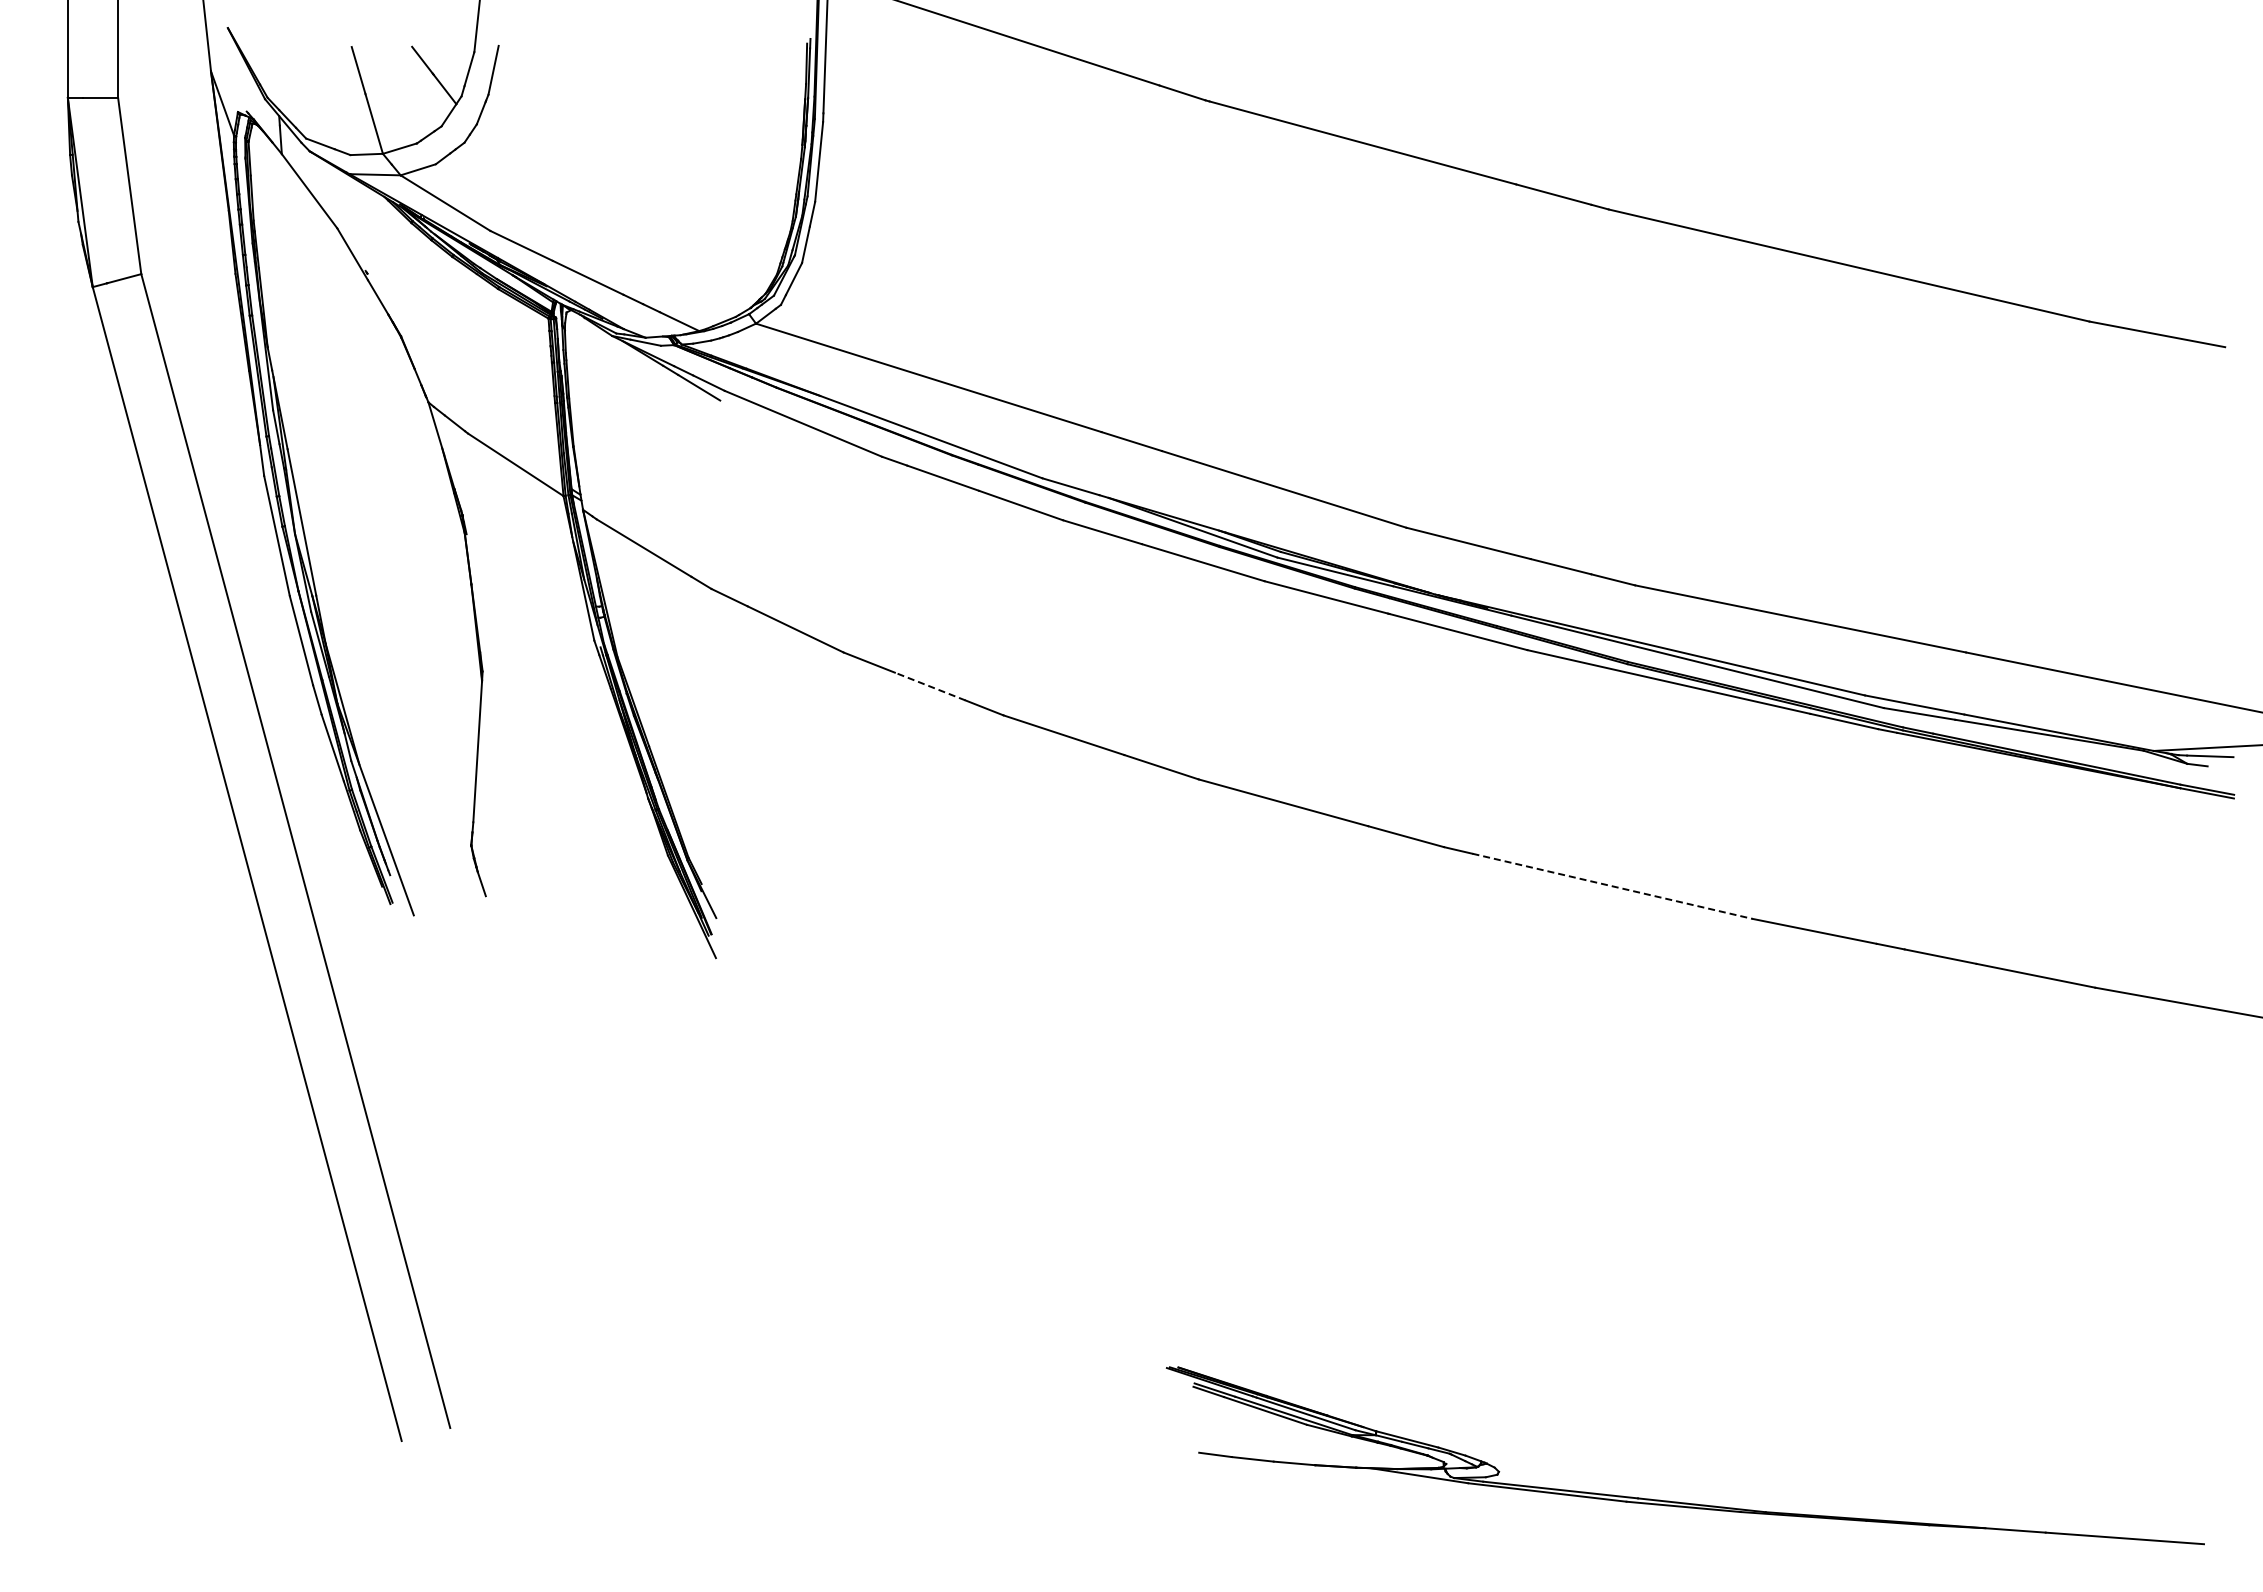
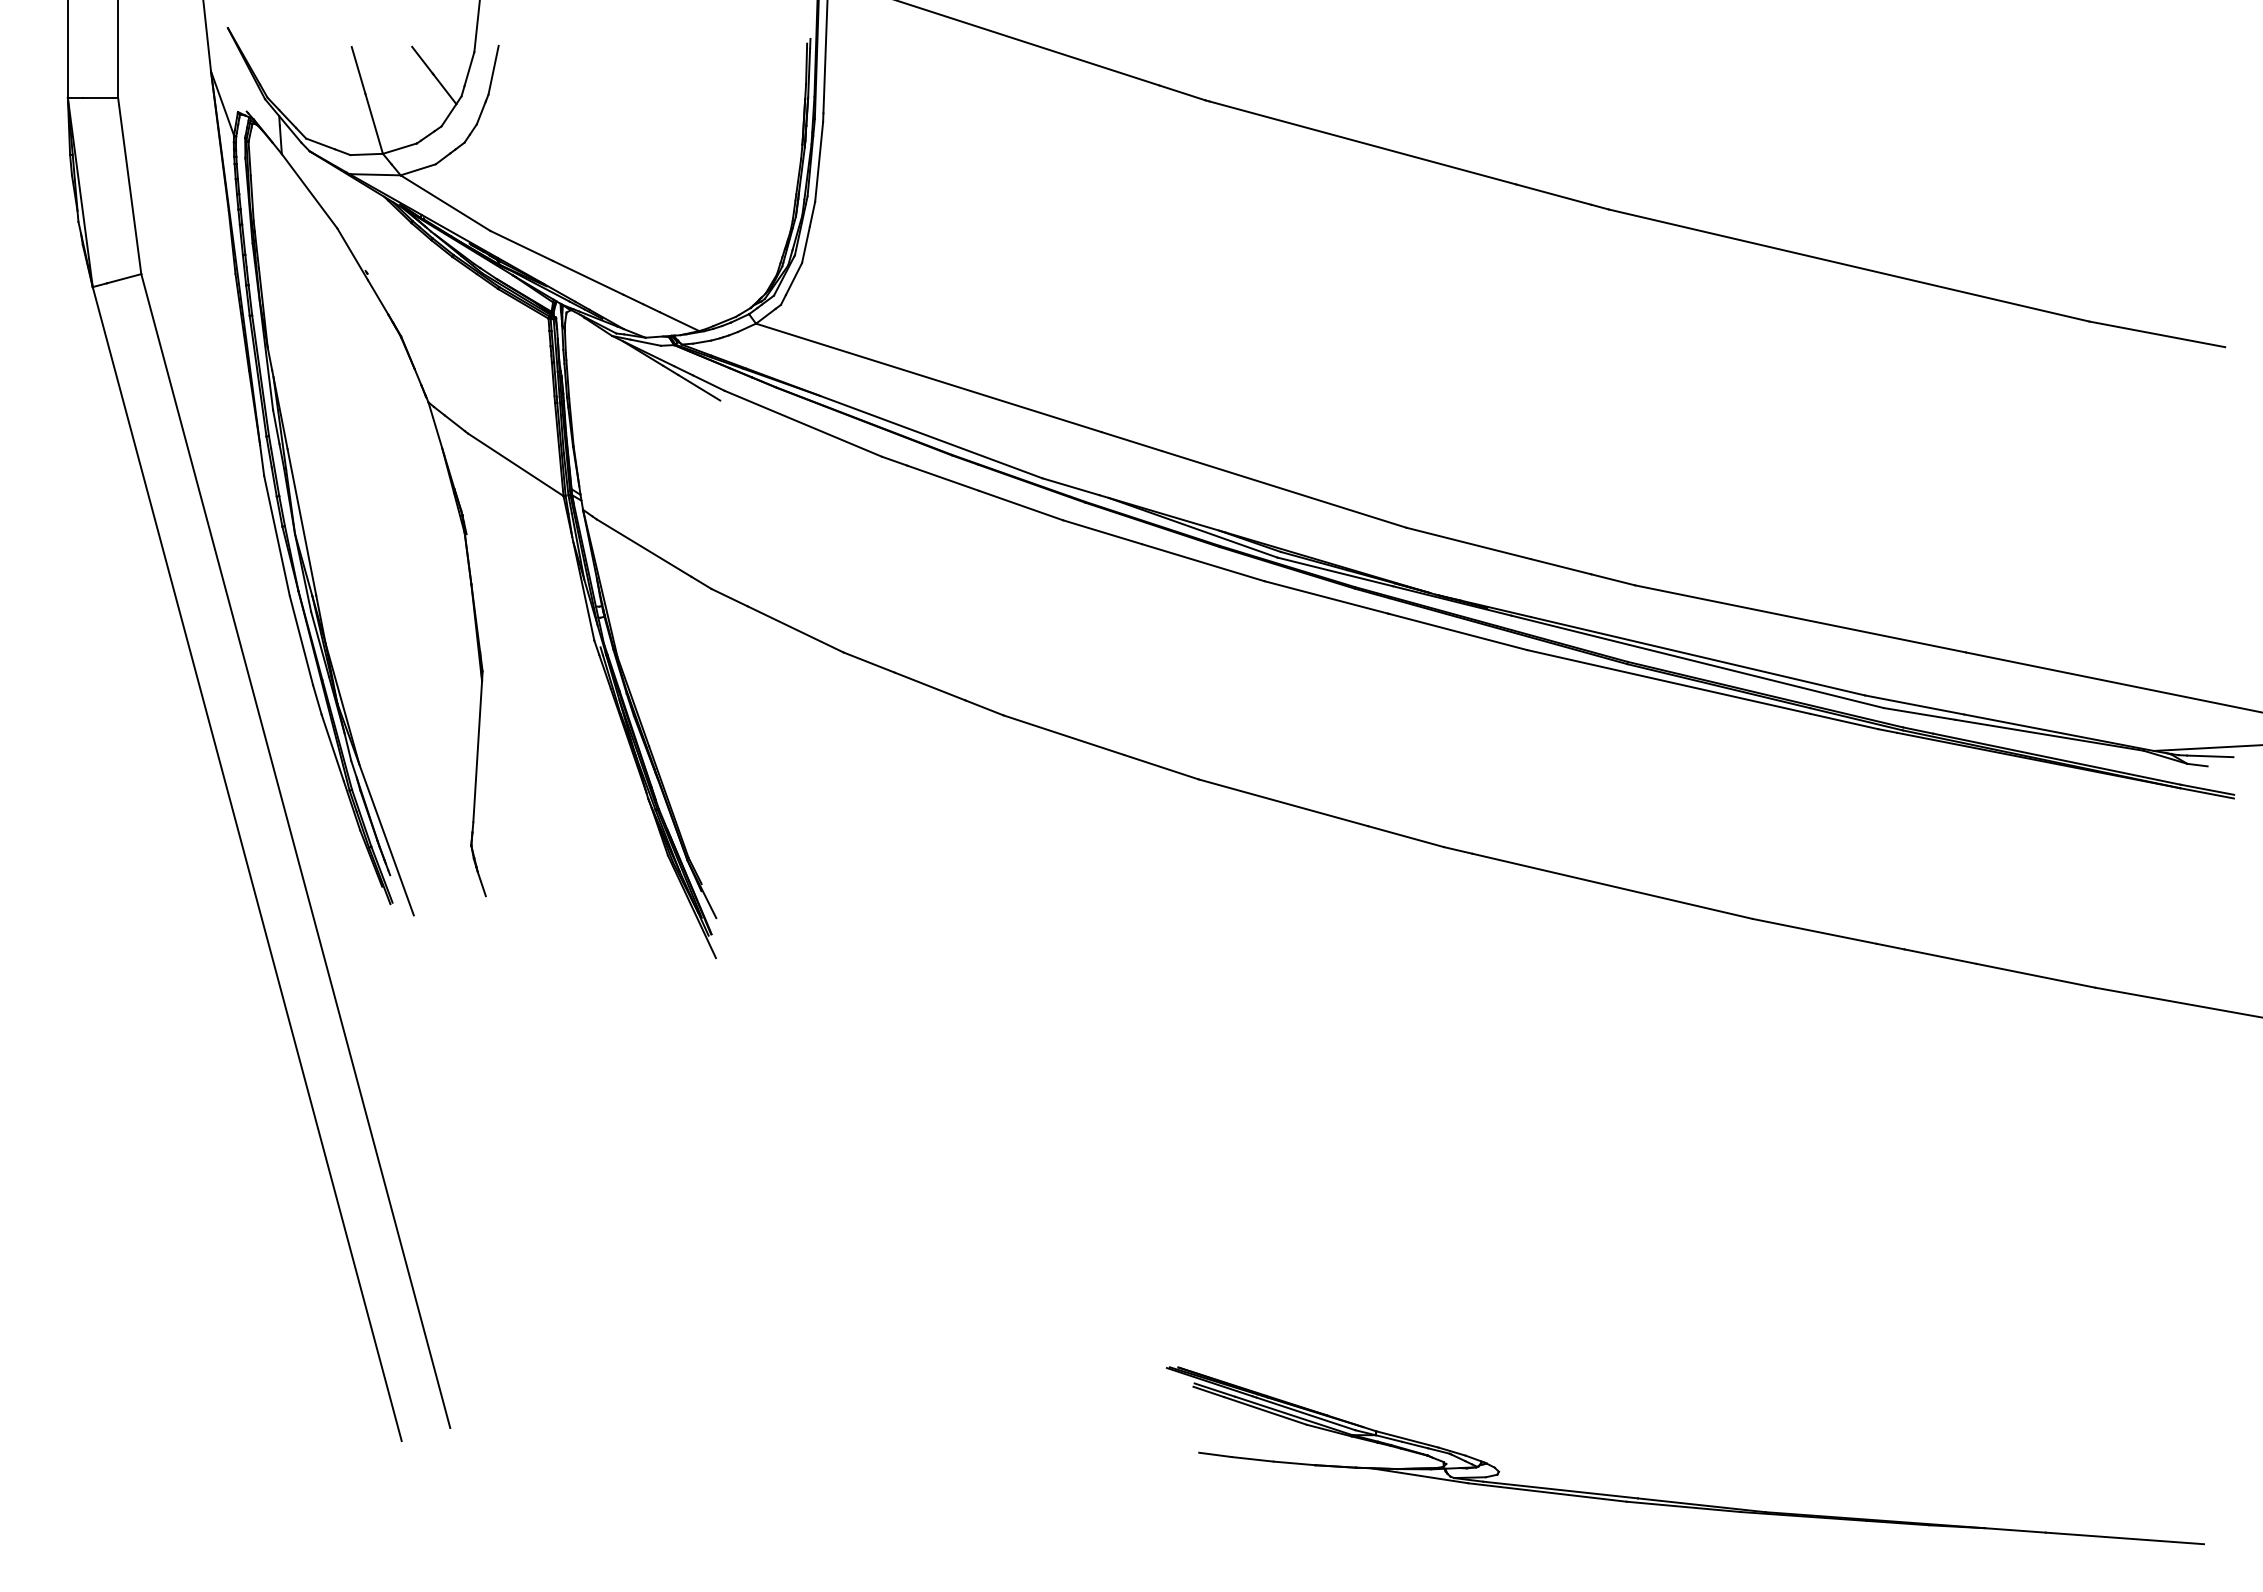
line at (930, 686): dashed -> solid
line at (1612, 886): dashed -> solid
